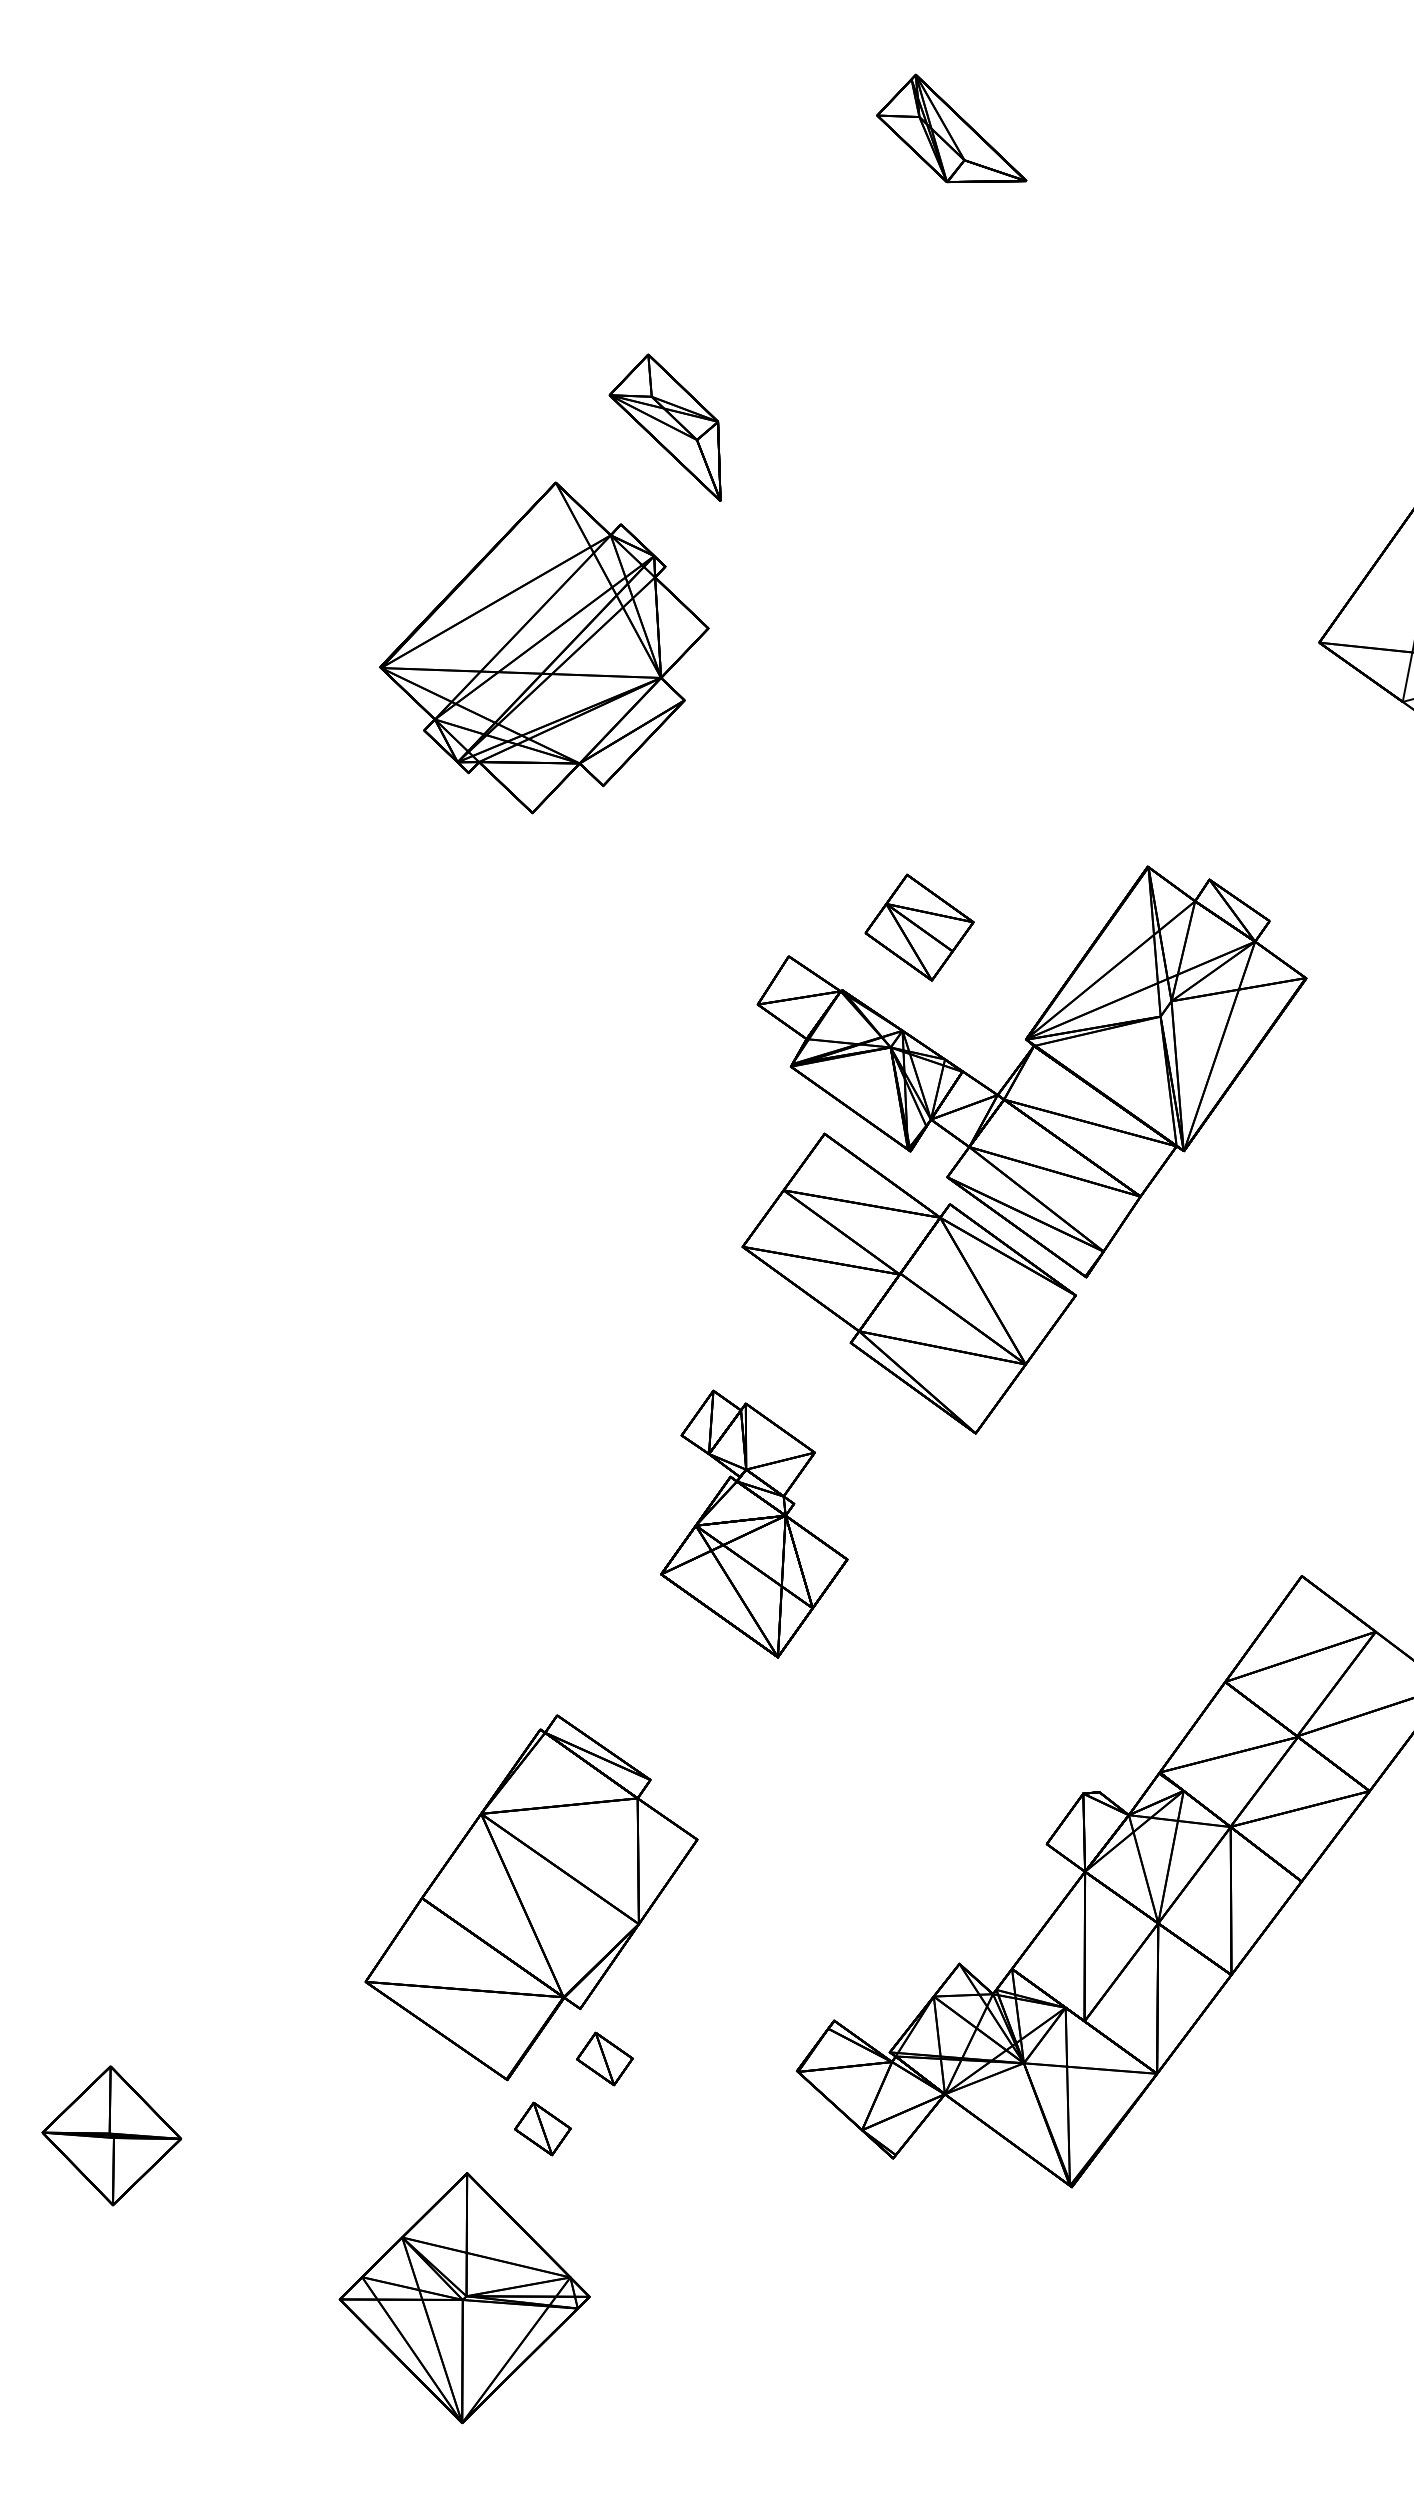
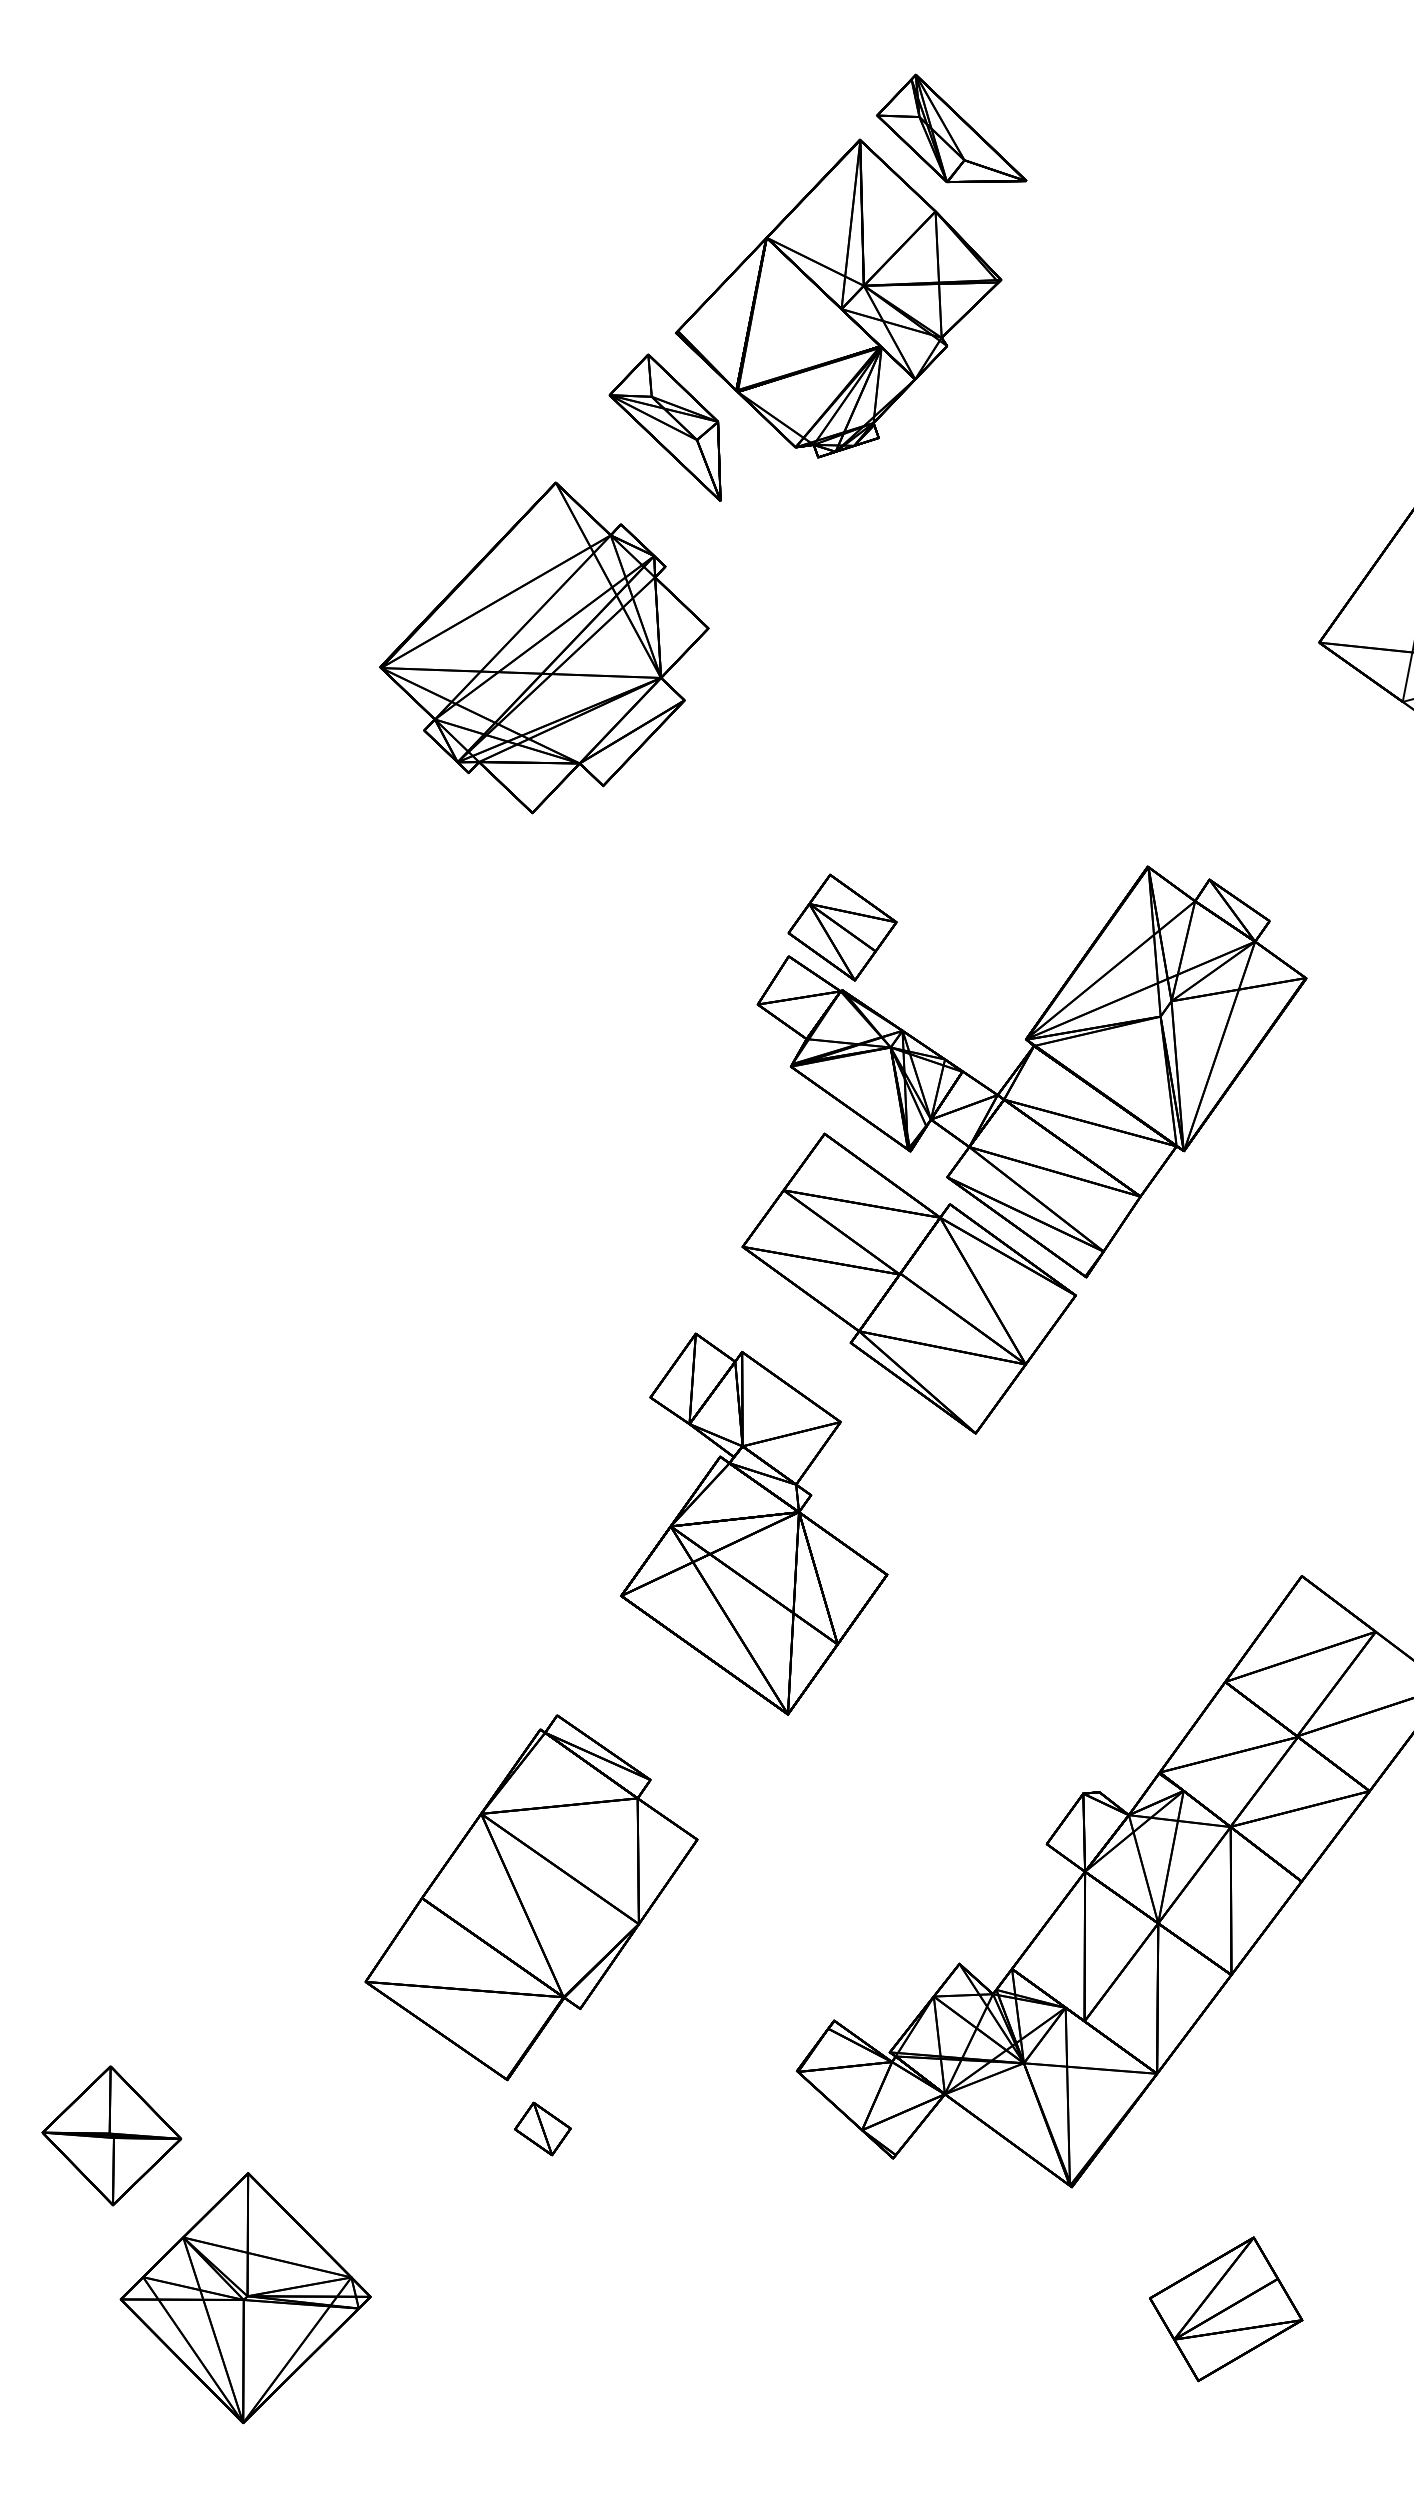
part at (838, 298): none -> present
part at (919, 927) position: (919, 927) -> (842, 927)
part at (754, 1523) size: 189x270 px -> 269x384 px
part at (604, 2058): present -> none
part at (464, 2298) position: (464, 2298) -> (245, 2298)
part at (1226, 2309): none -> present
